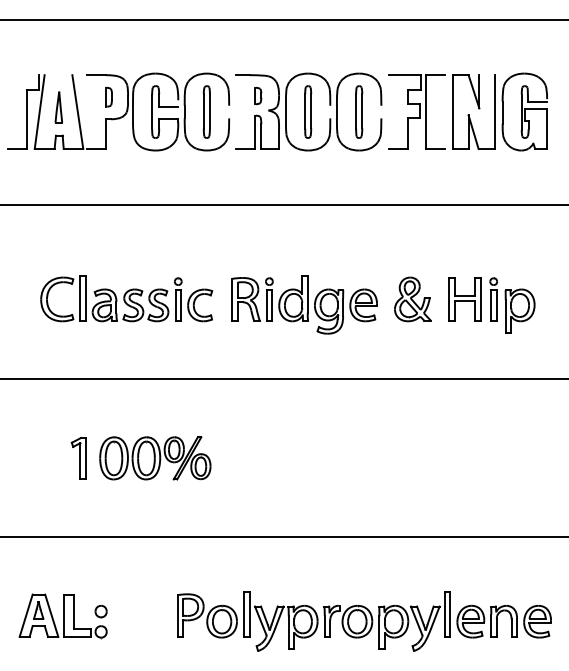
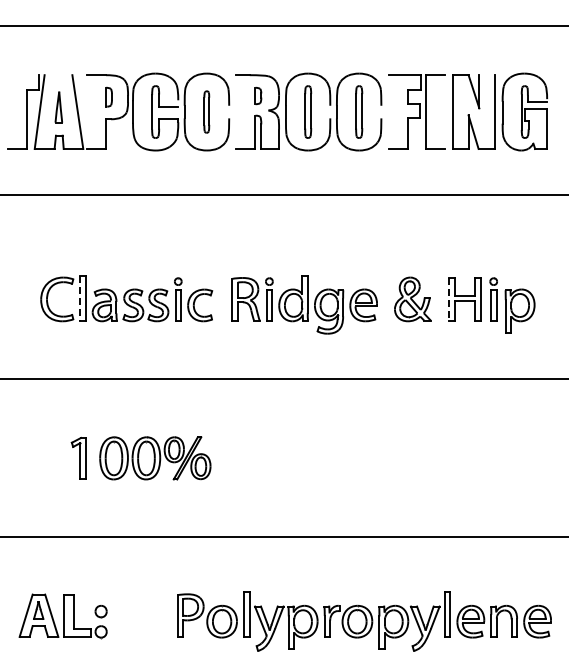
line at (283, 20) position: (283, 20) -> (283, 26)
part at (206, 111) size: 9x54 px -> 8x44 px
line at (283, 205) position: (283, 205) -> (283, 195)
line at (80, 298): solid -> dashed
line at (449, 299): solid -> dashed
